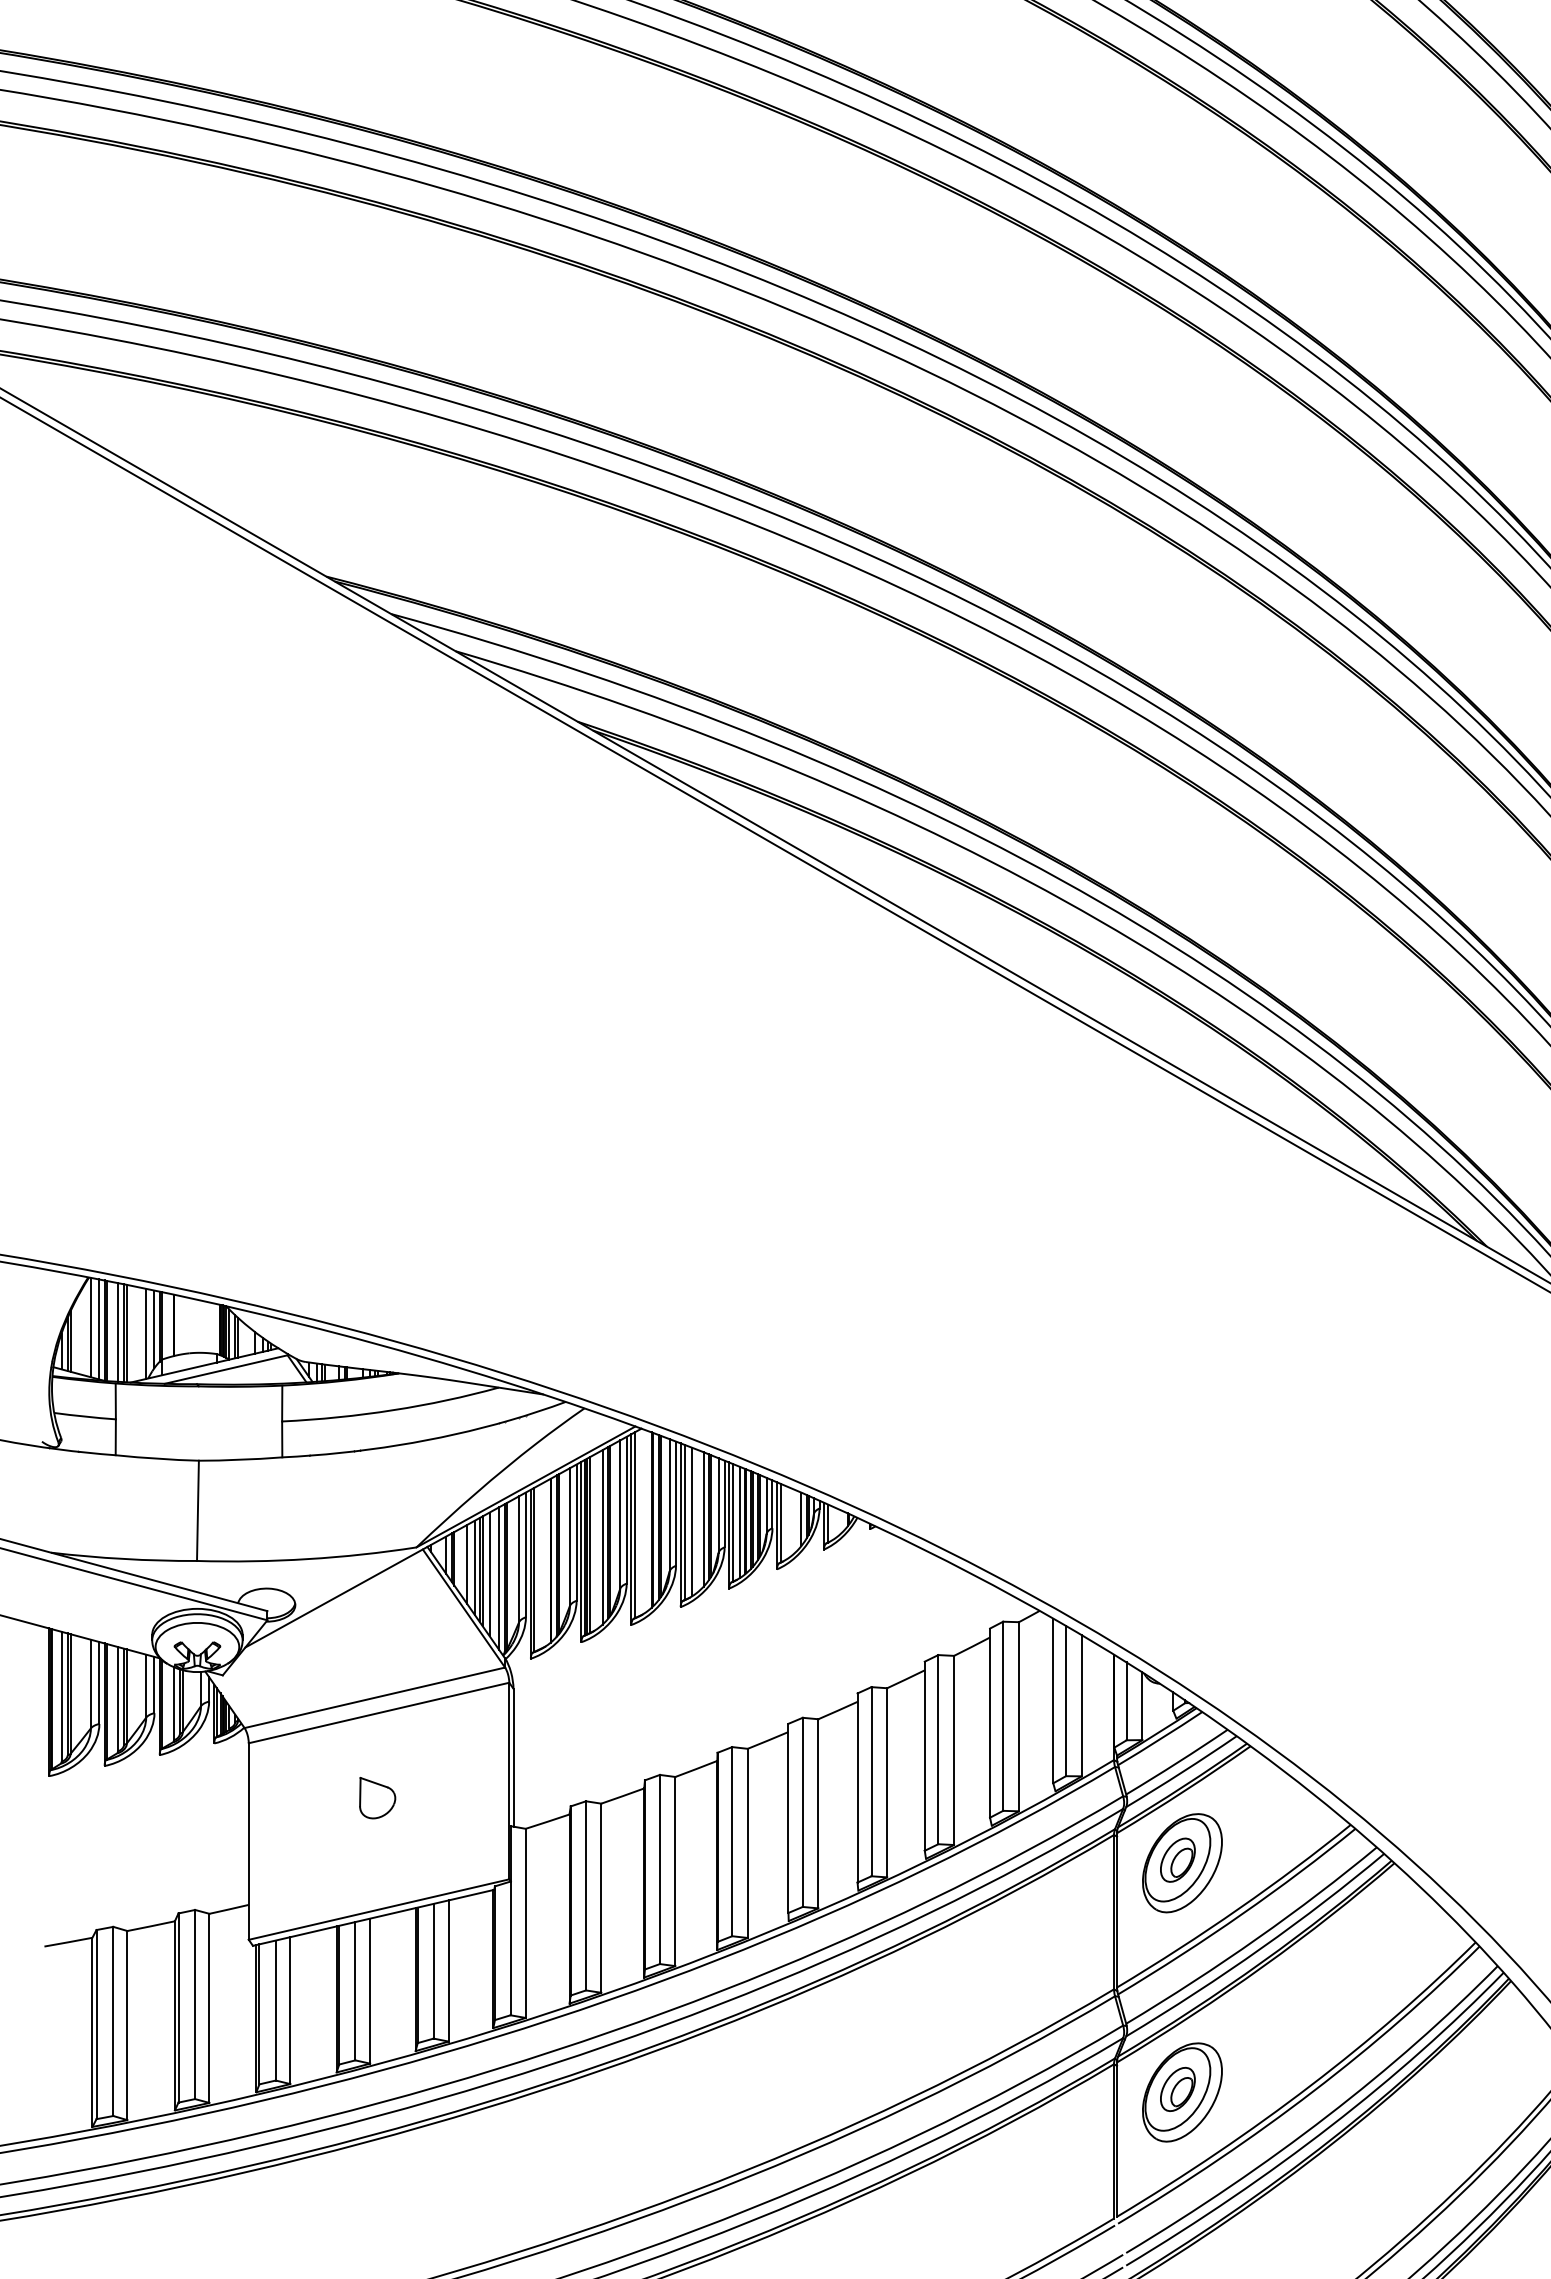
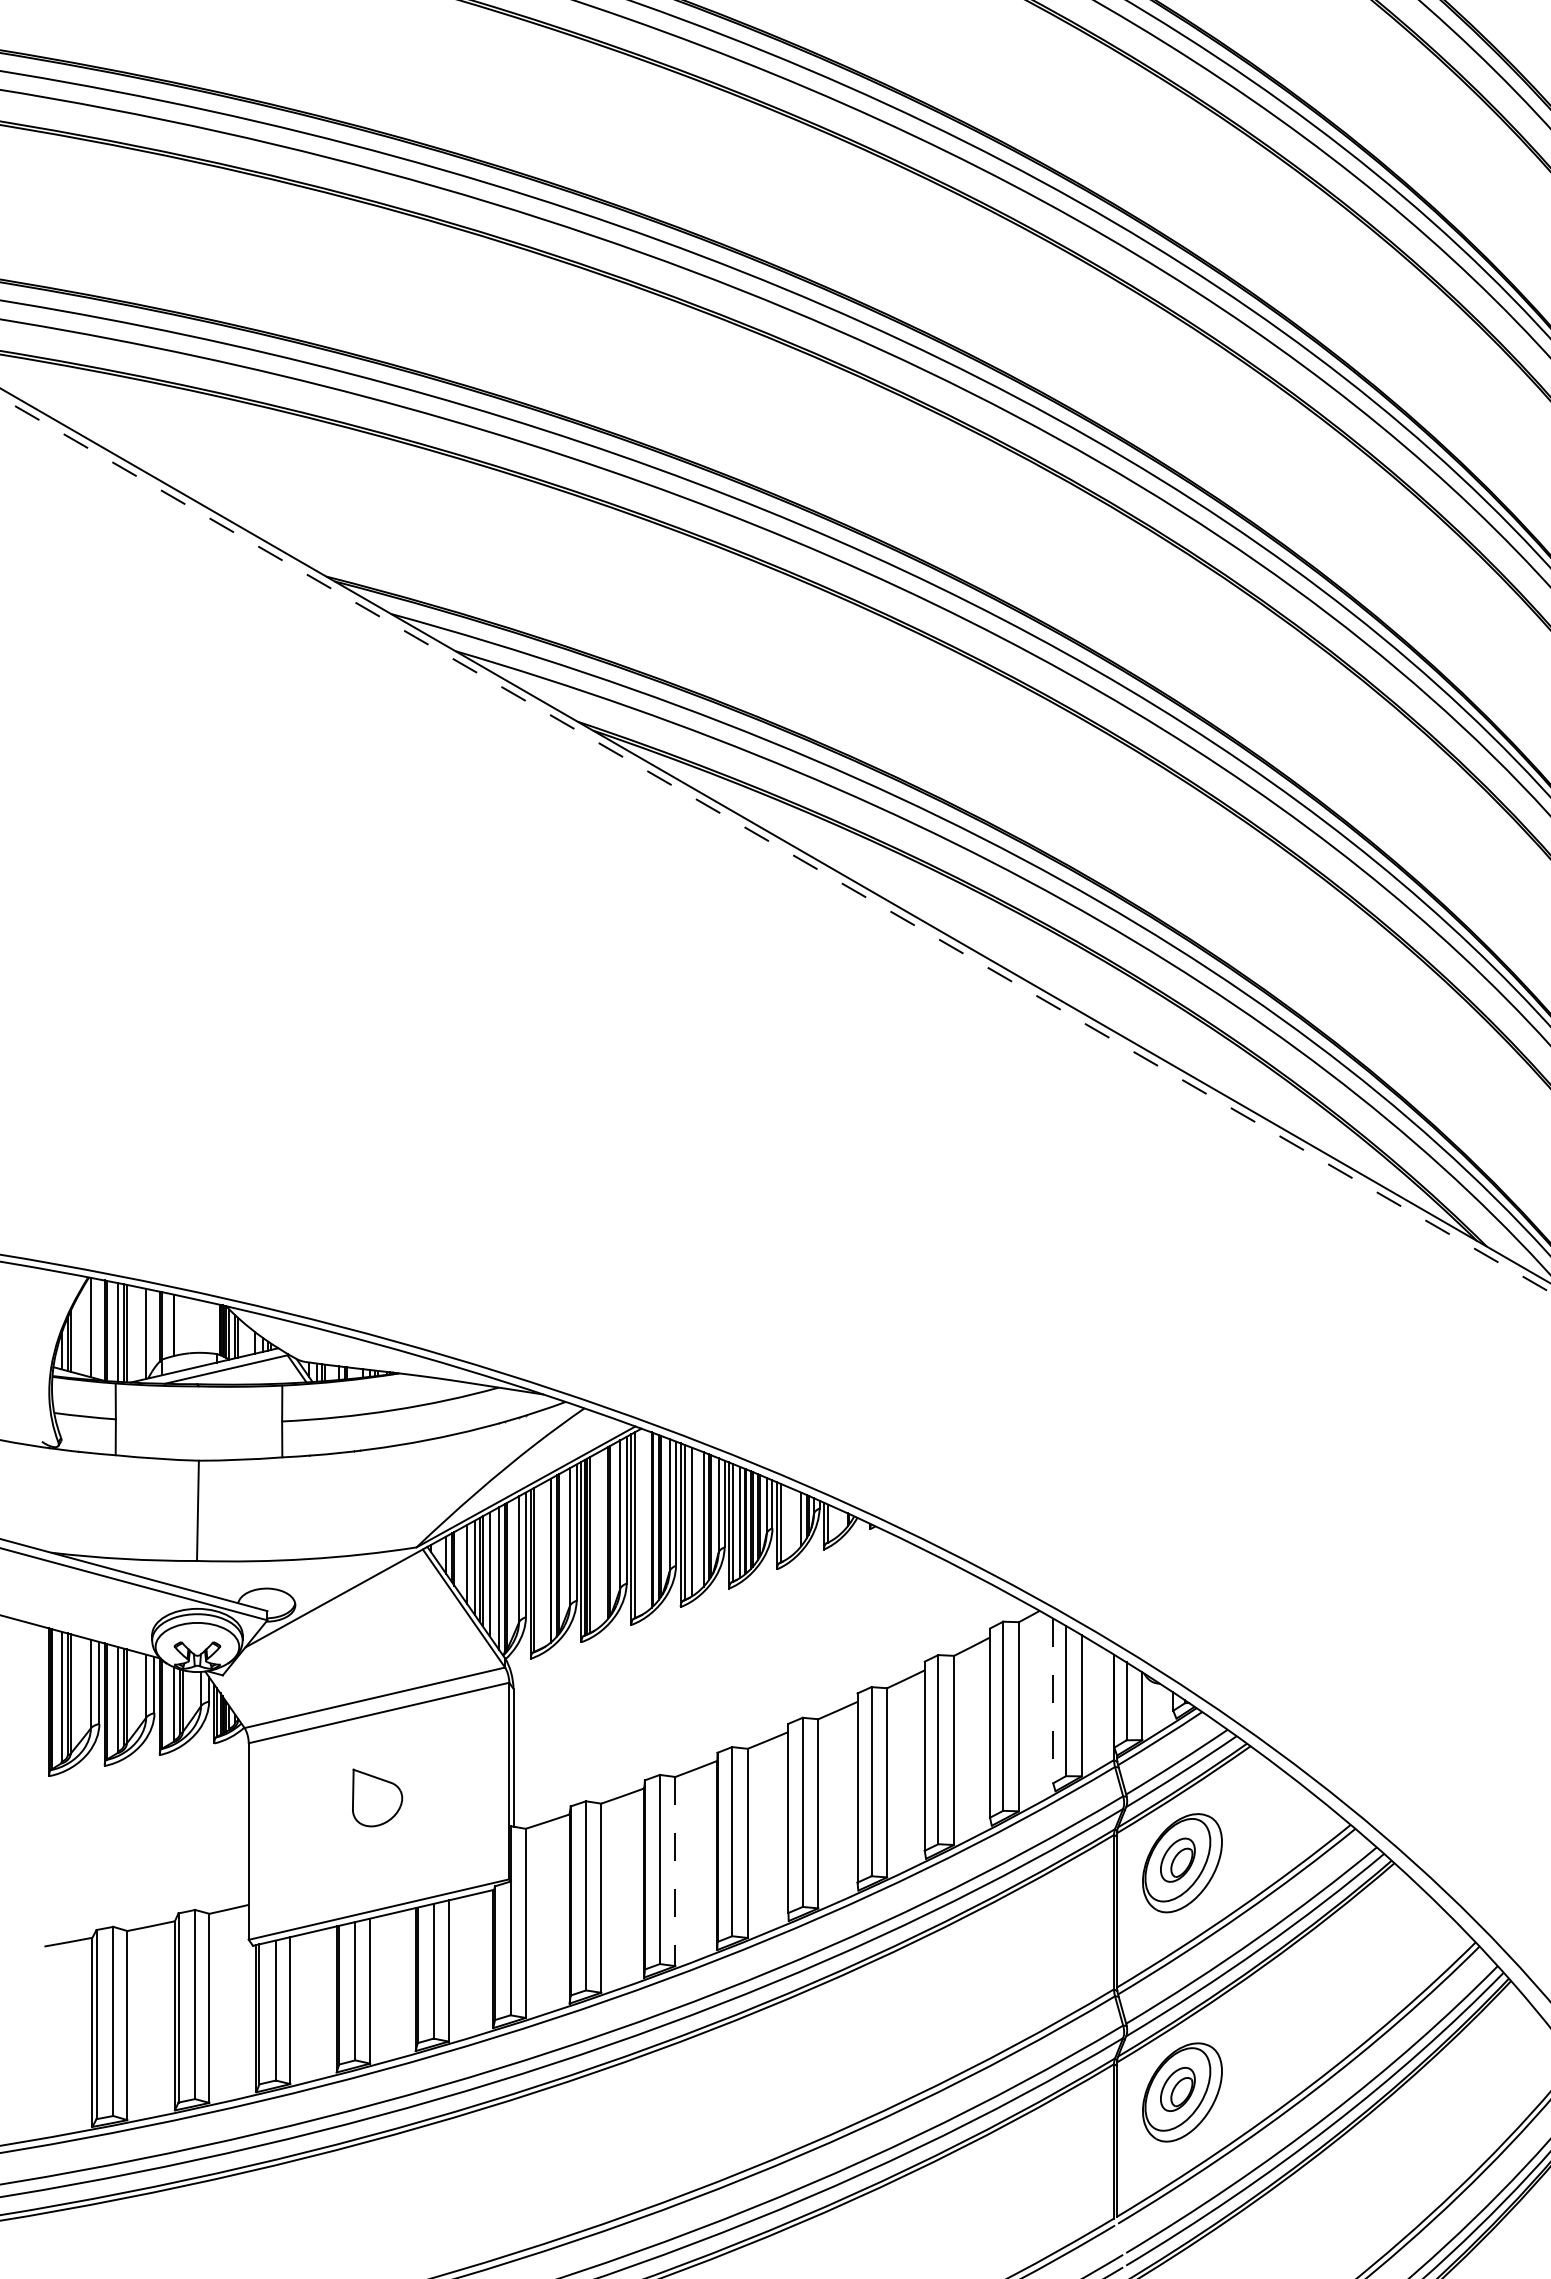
line at (775, 845): solid -> dashed
line at (99, 1329): present -> none
line at (154, 1329): present -> none
line at (602, 1537): present -> none
line at (1053, 1701): solid -> dashed
part at (377, 1798) size: 38x43 px -> 52x60 px
line at (675, 1871): solid -> dashed
